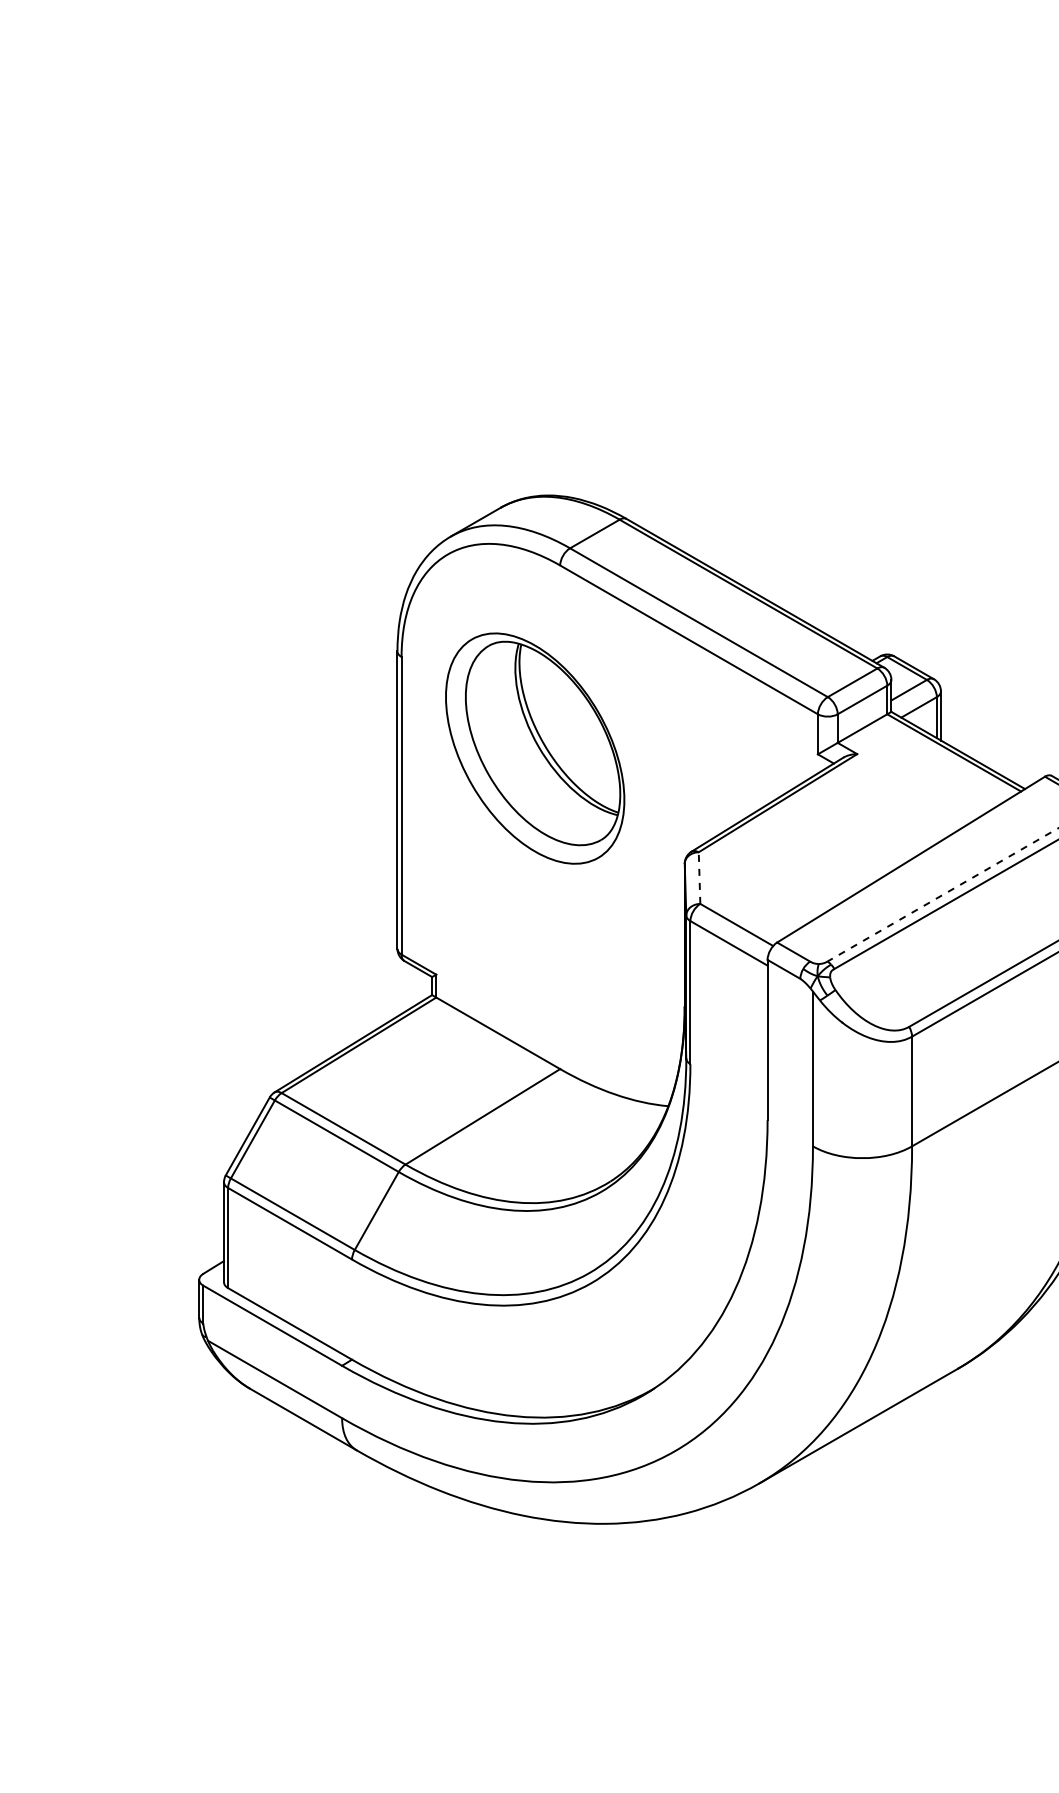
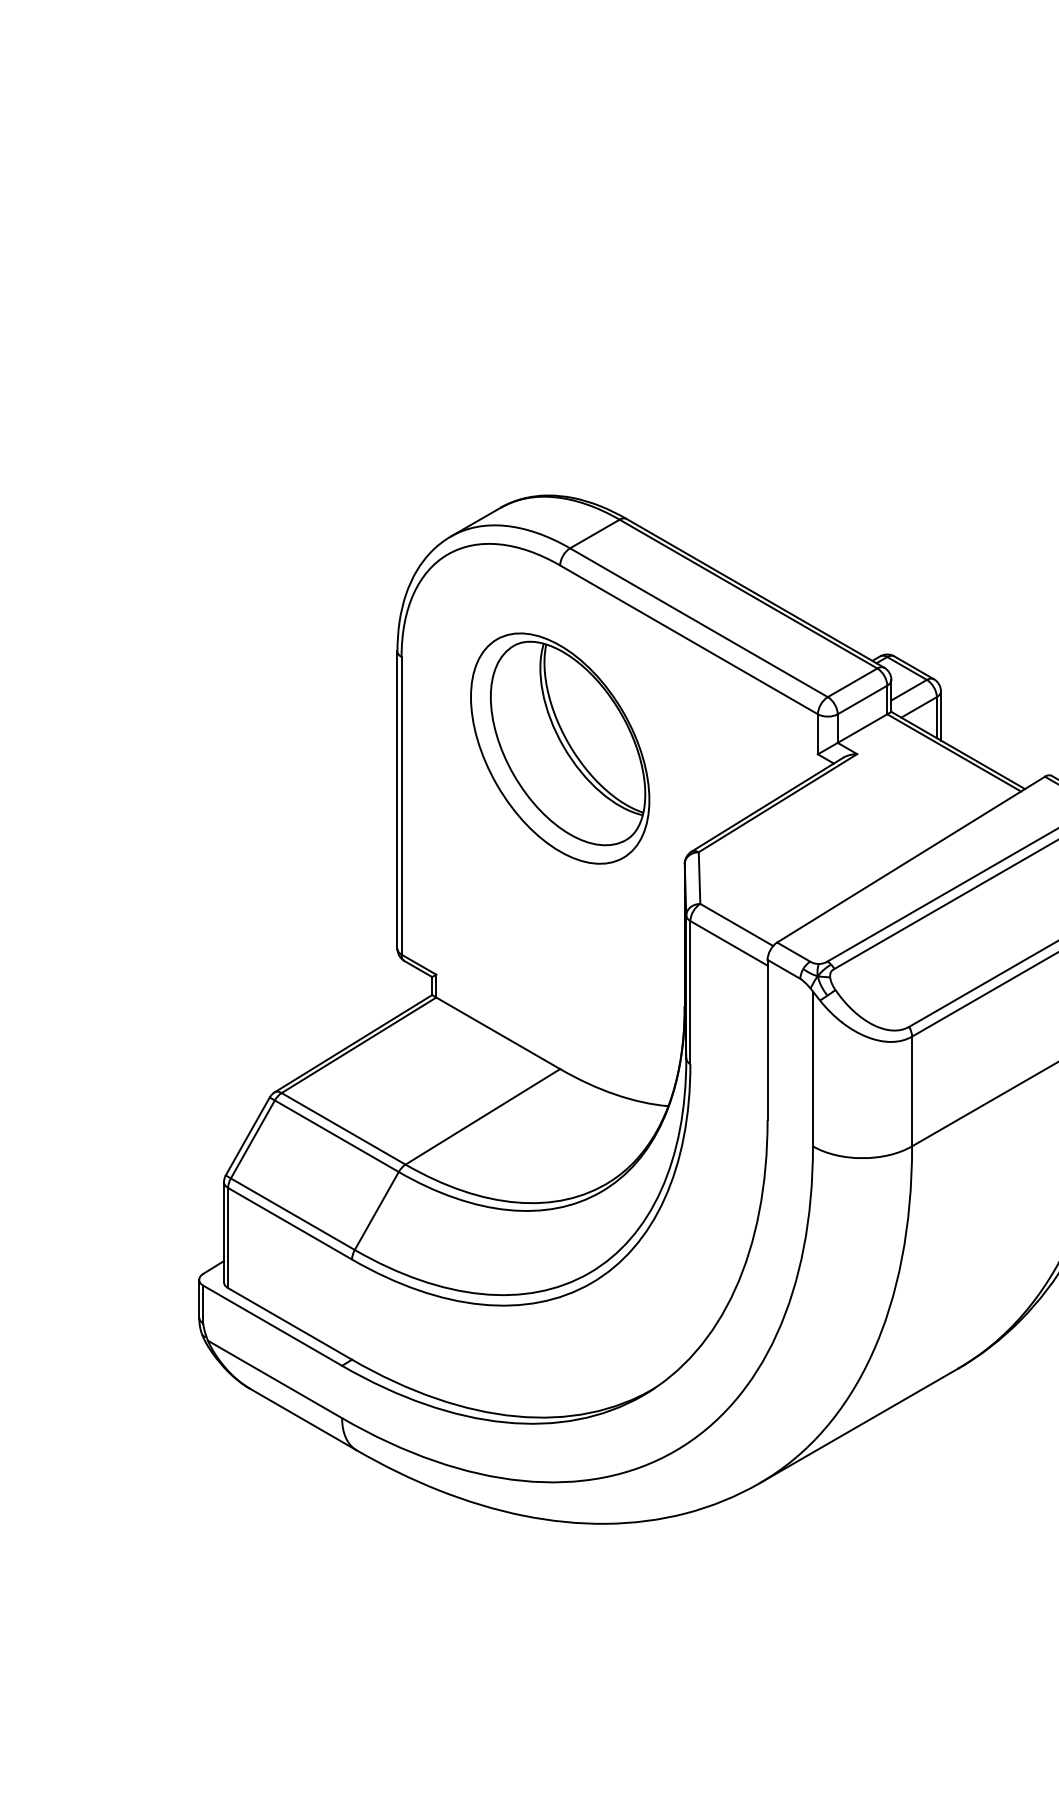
part at (535, 748) position: (535, 748) -> (560, 748)
line at (699, 878): dashed -> solid
line at (942, 895): dashed -> solid
